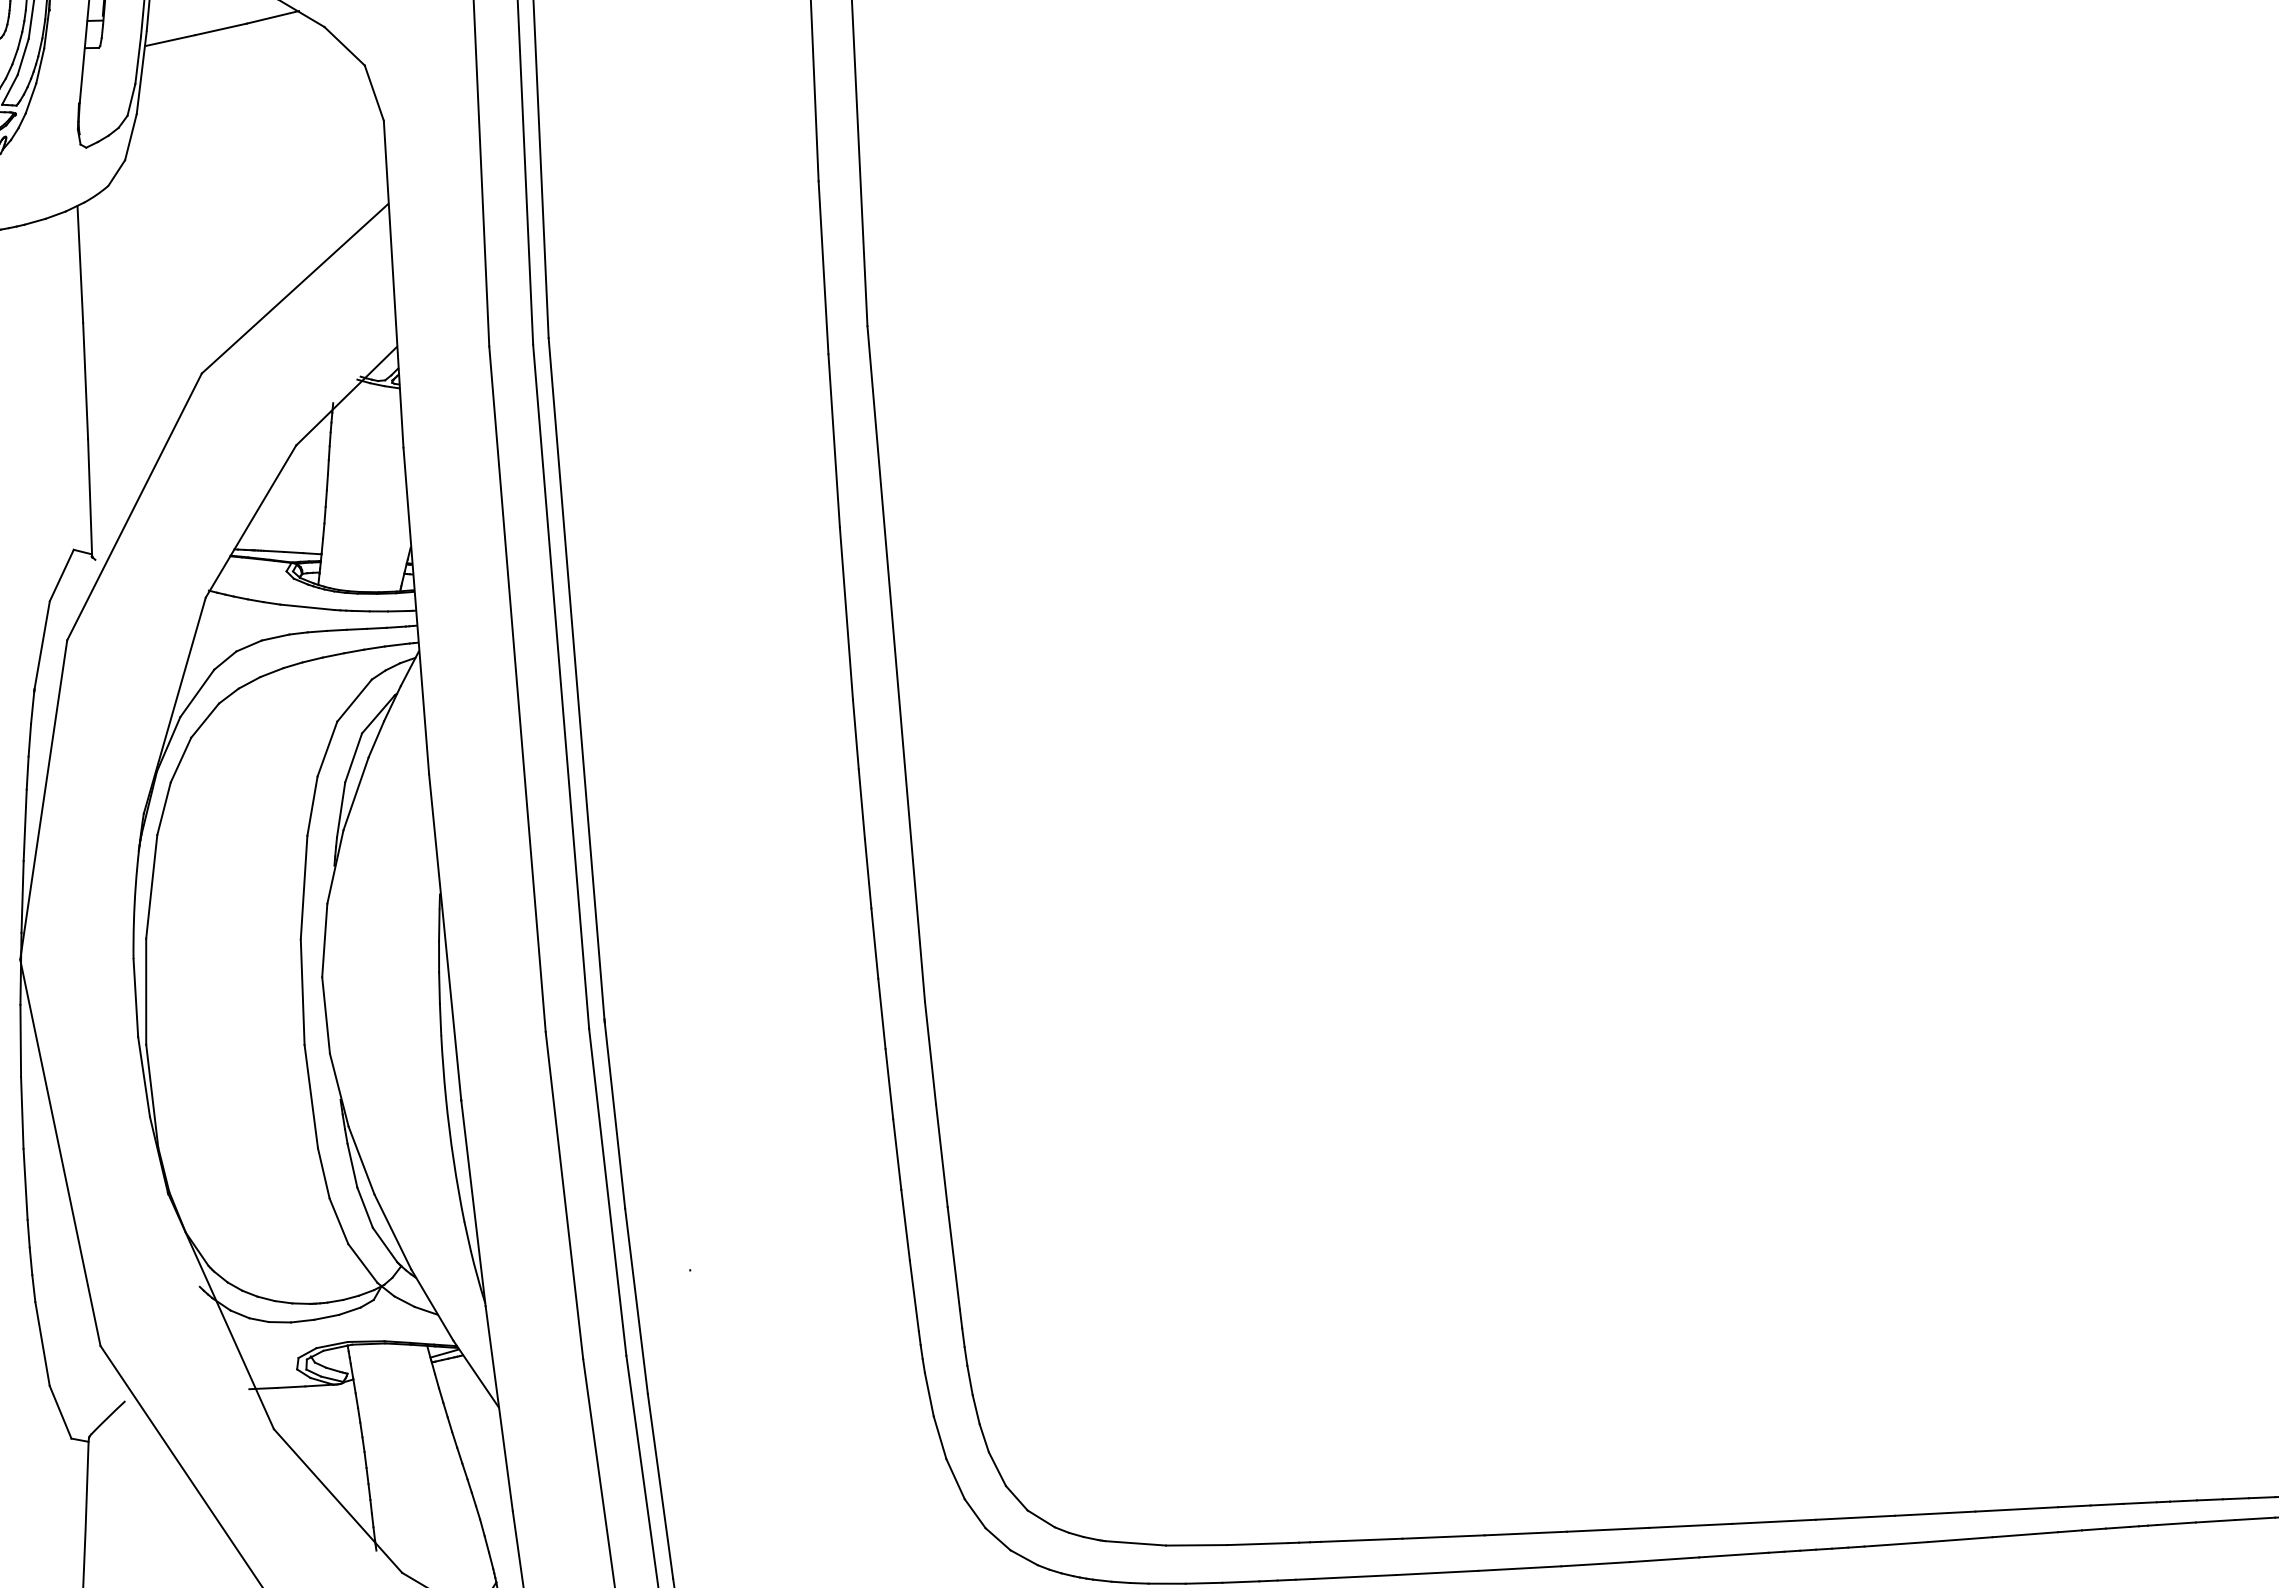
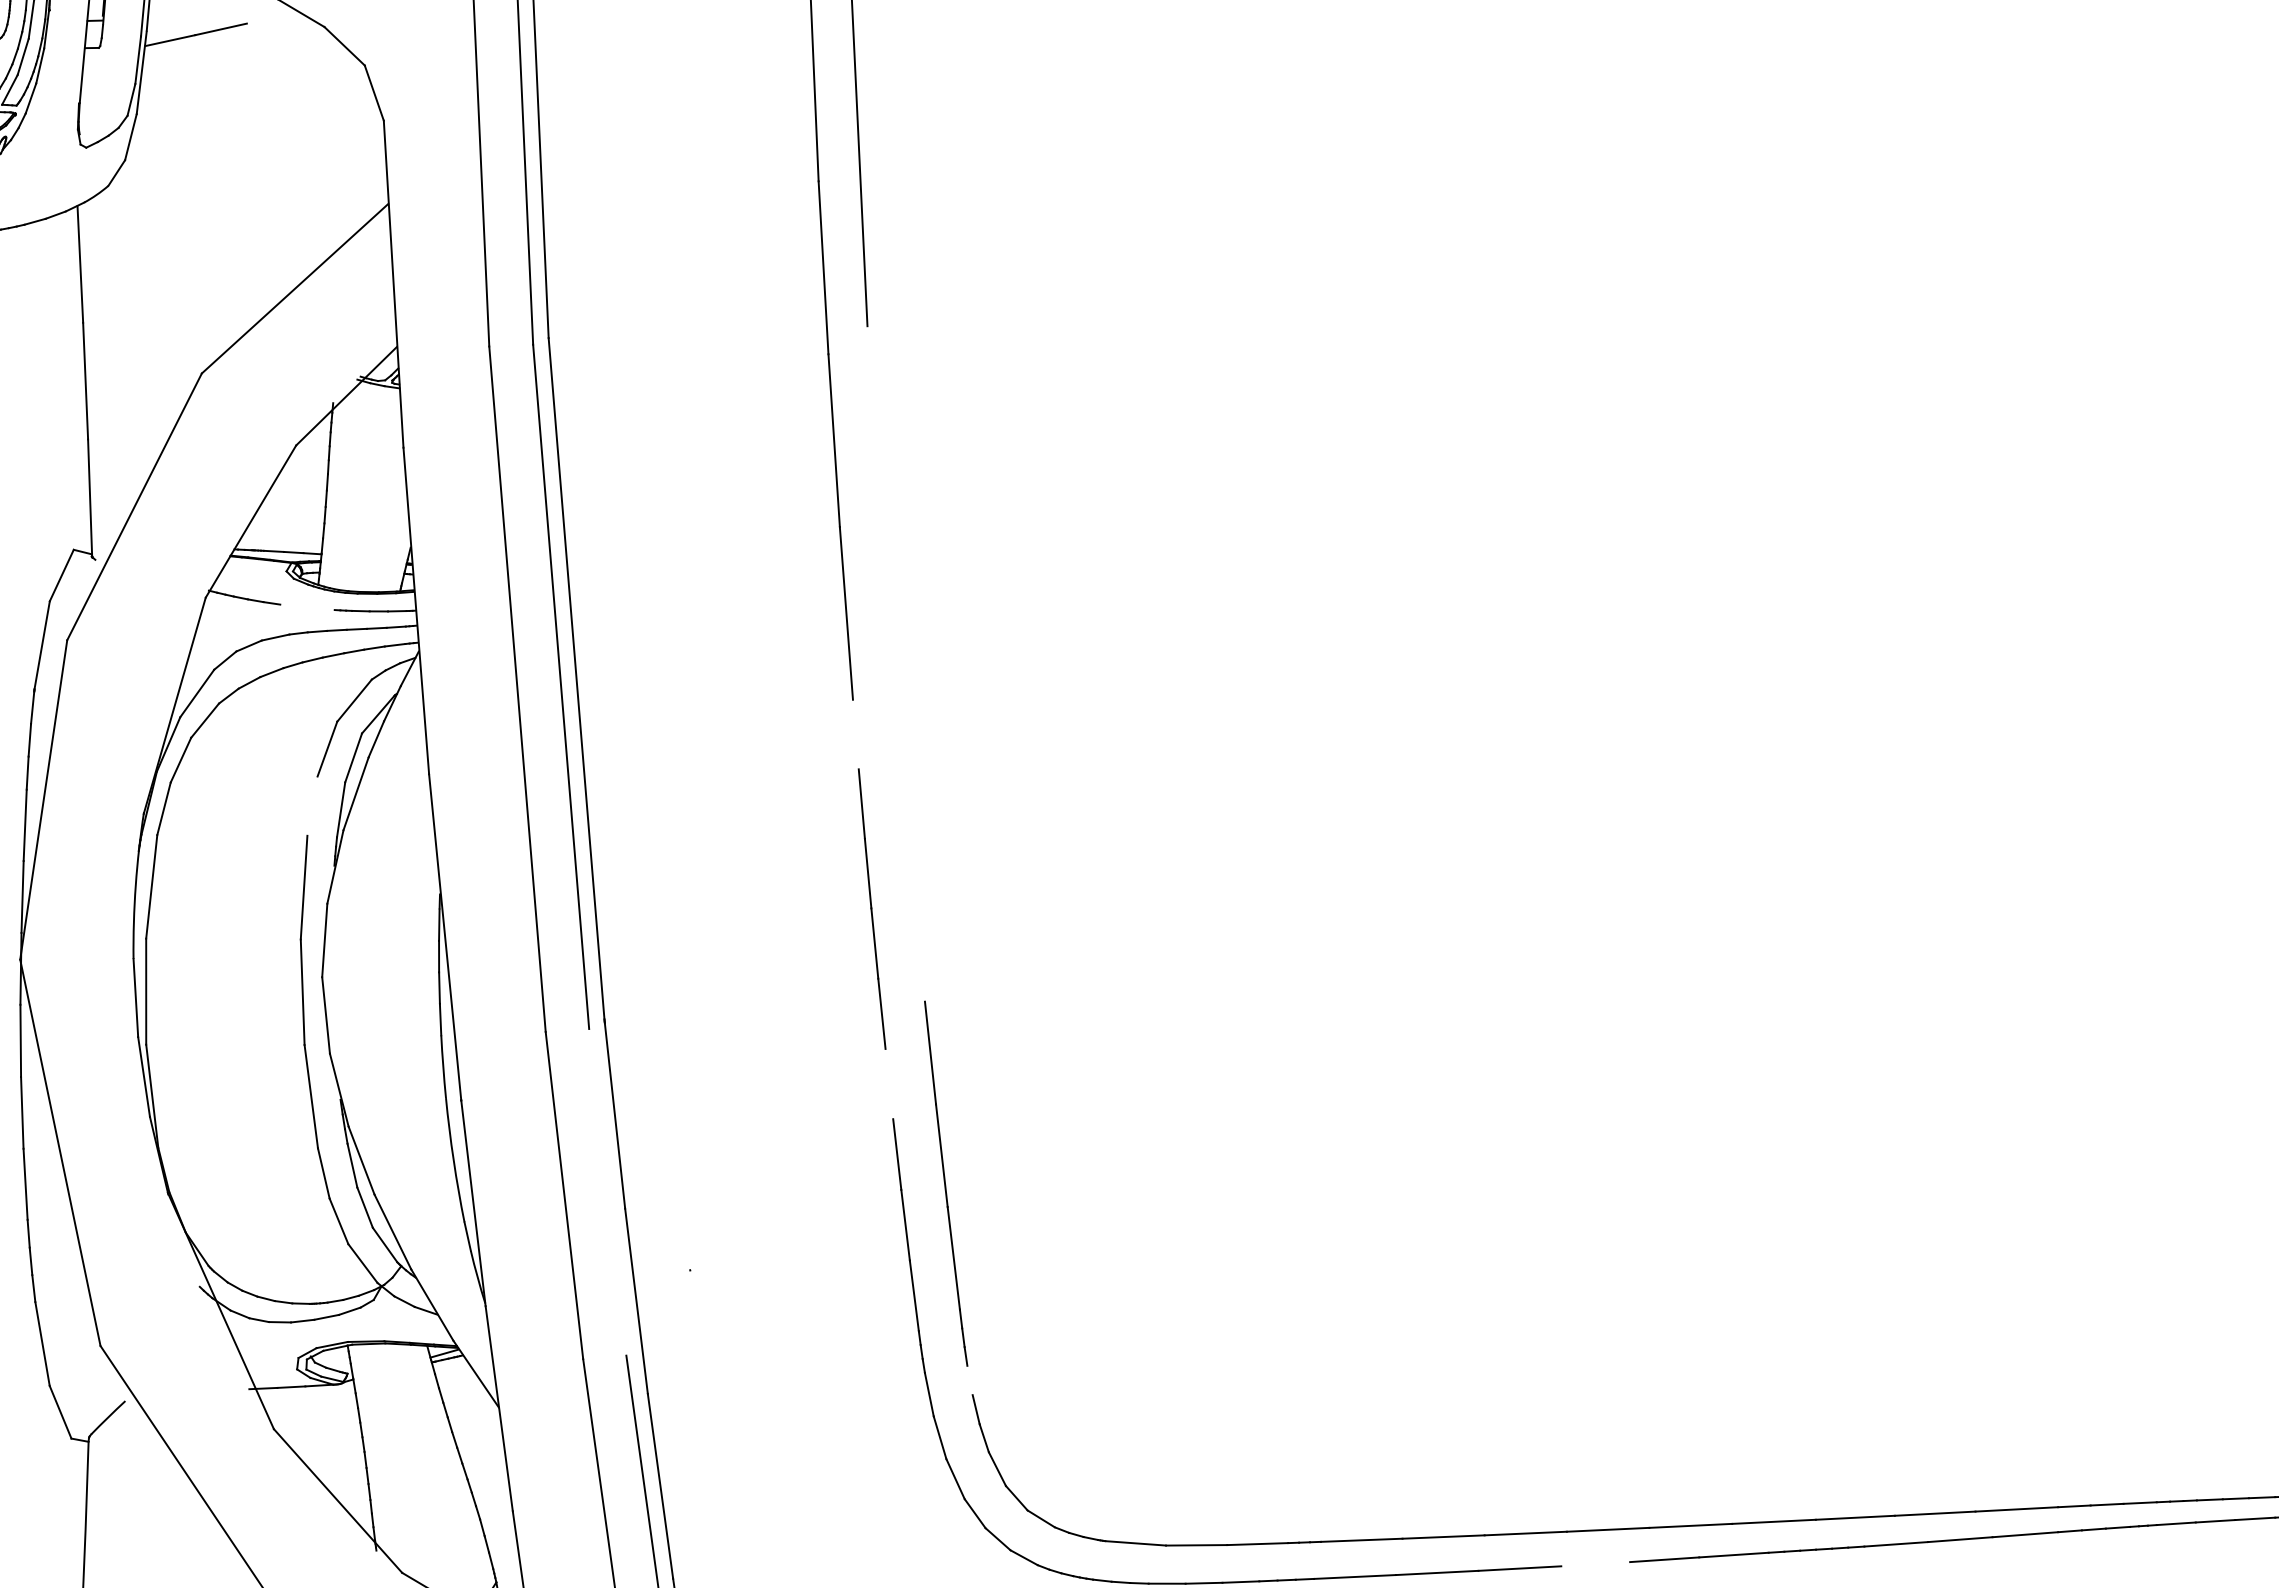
line at (272, 17): present -> none
line at (307, 607): present -> none
line at (895, 663): present -> none
line at (855, 734): present -> none
line at (312, 805): present -> none
line at (889, 1083): present -> none
line at (607, 1191): present -> none
line at (969, 1380): present -> none
line at (1595, 1564): present -> none
